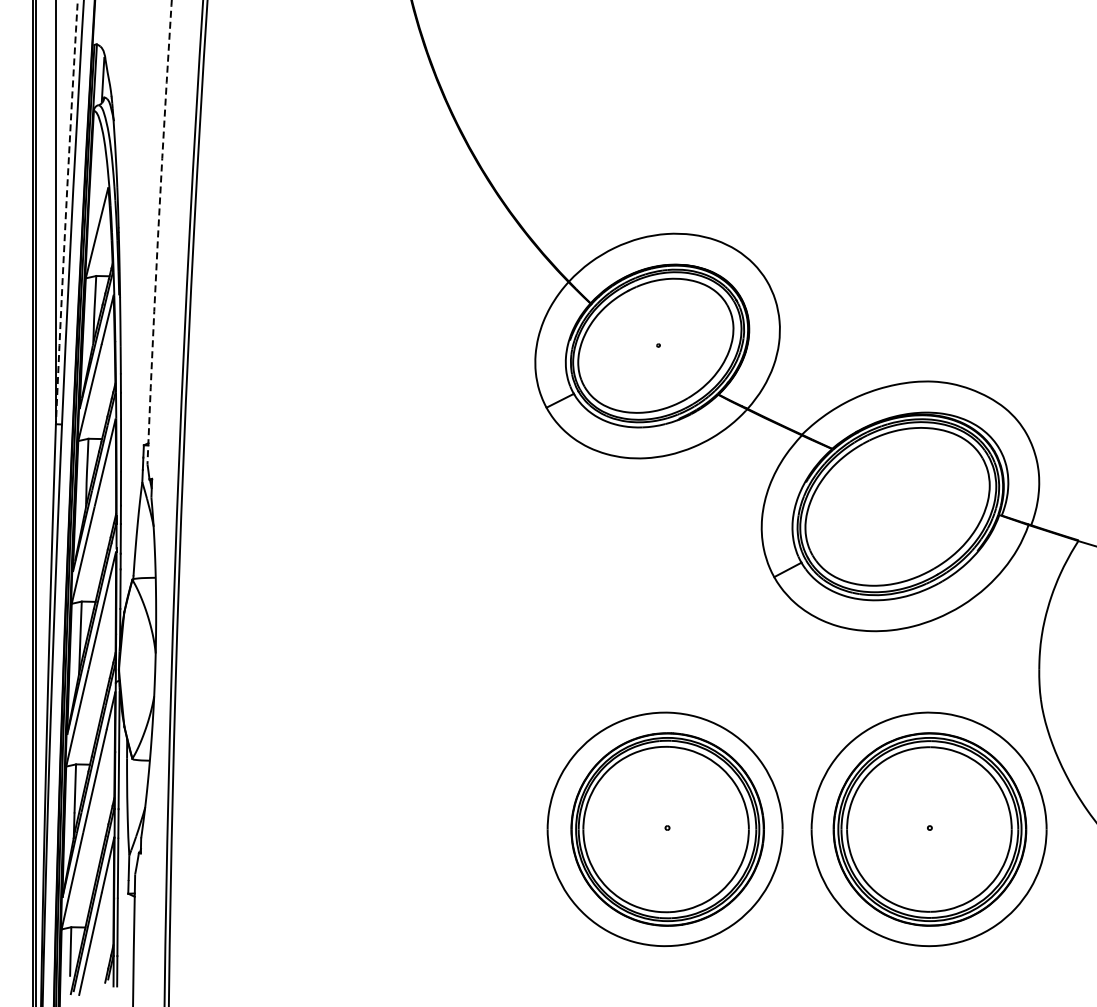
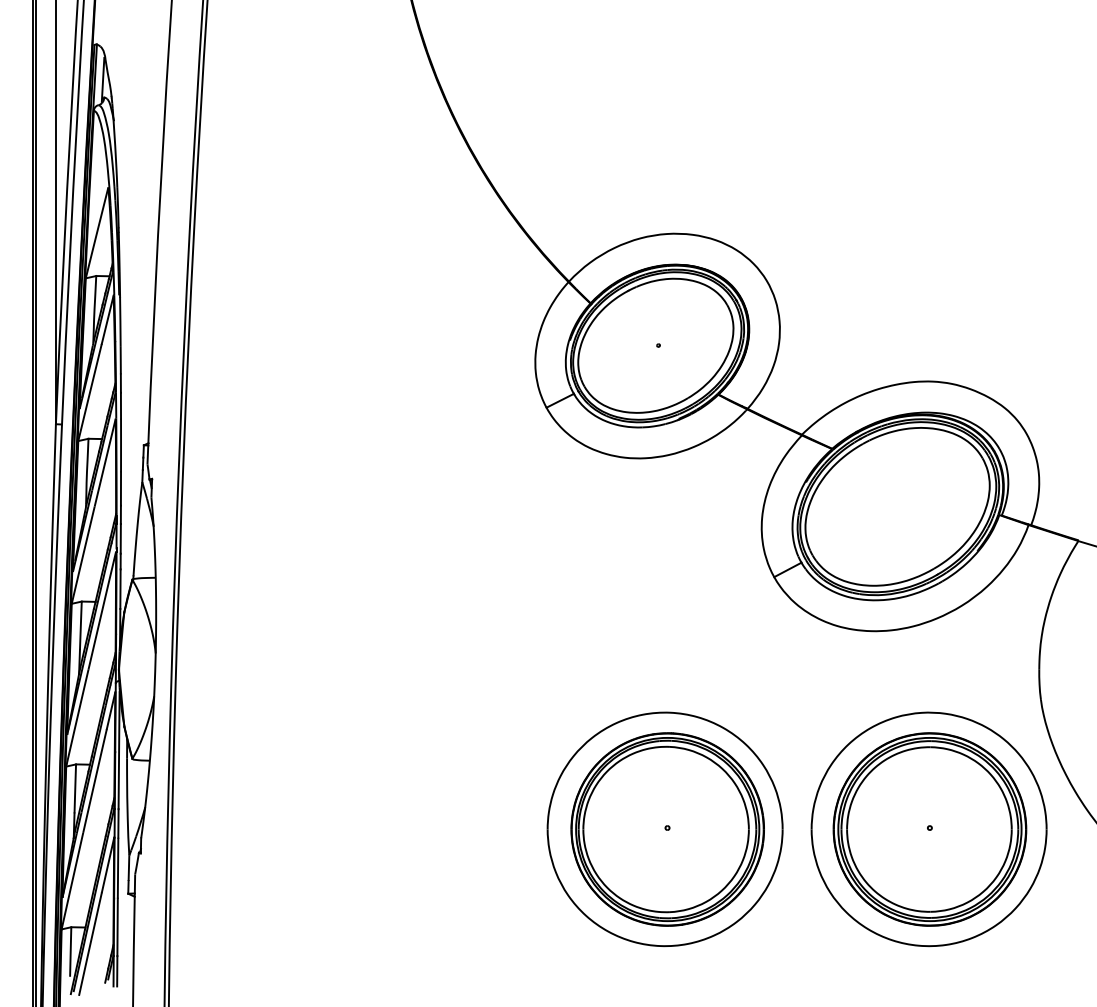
arc at (66, 212): dashed -> solid
arc at (158, 233): dashed -> solid
